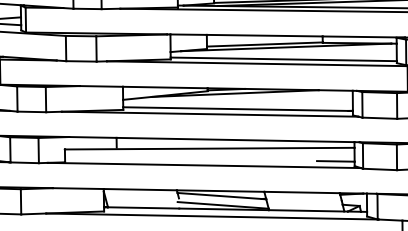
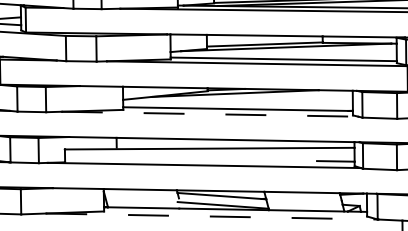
line at (210, 114): solid -> dashed
line at (212, 216): solid -> dashed
